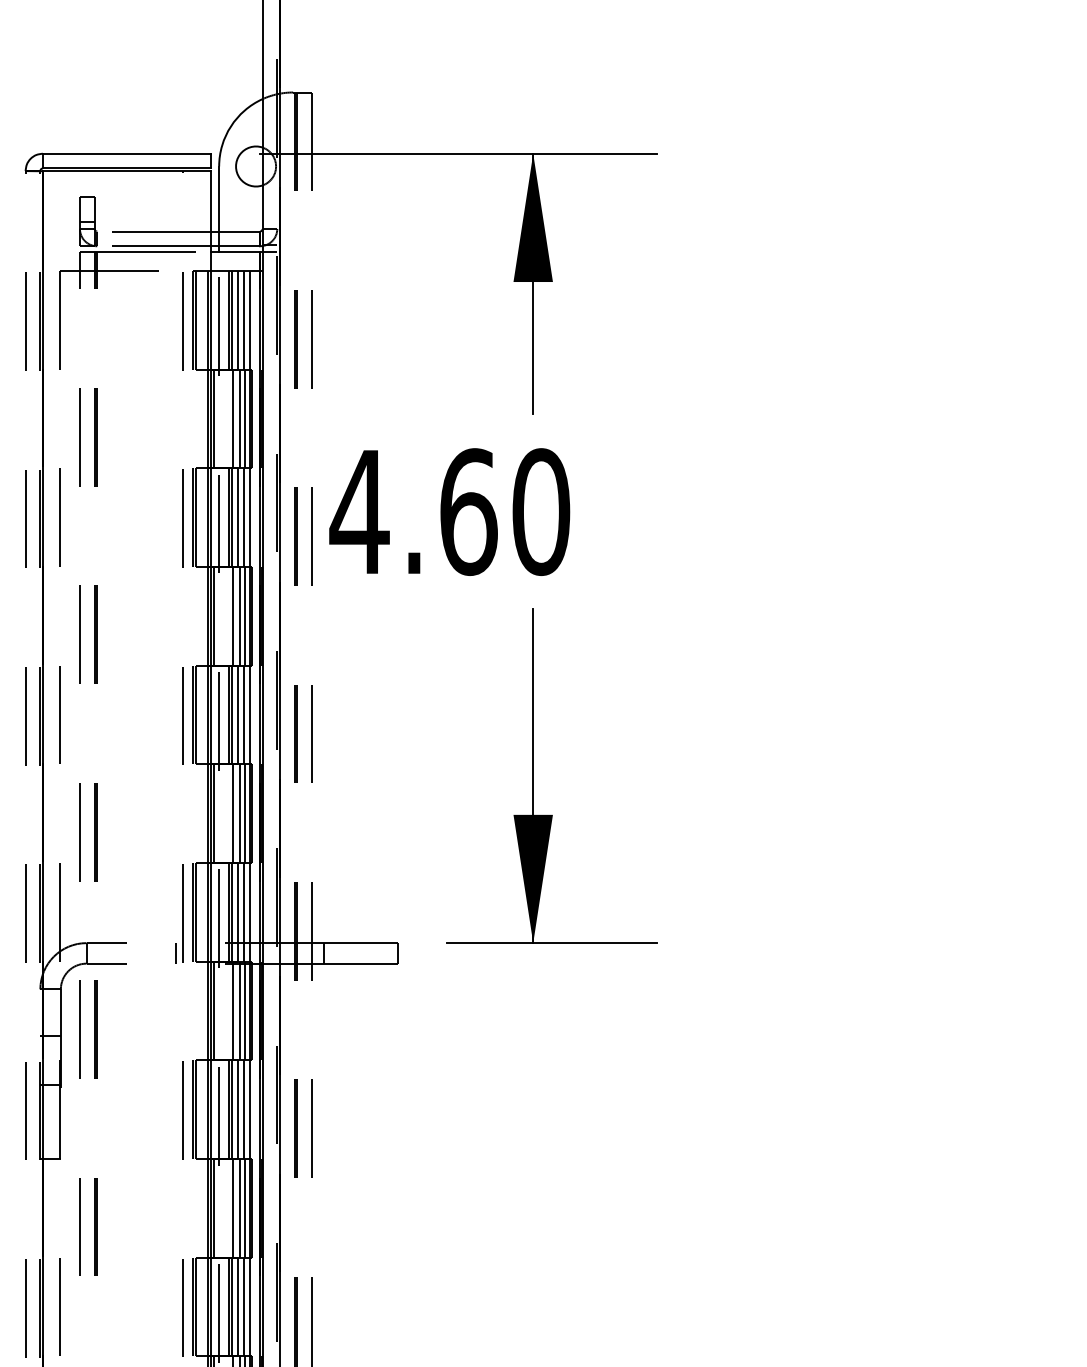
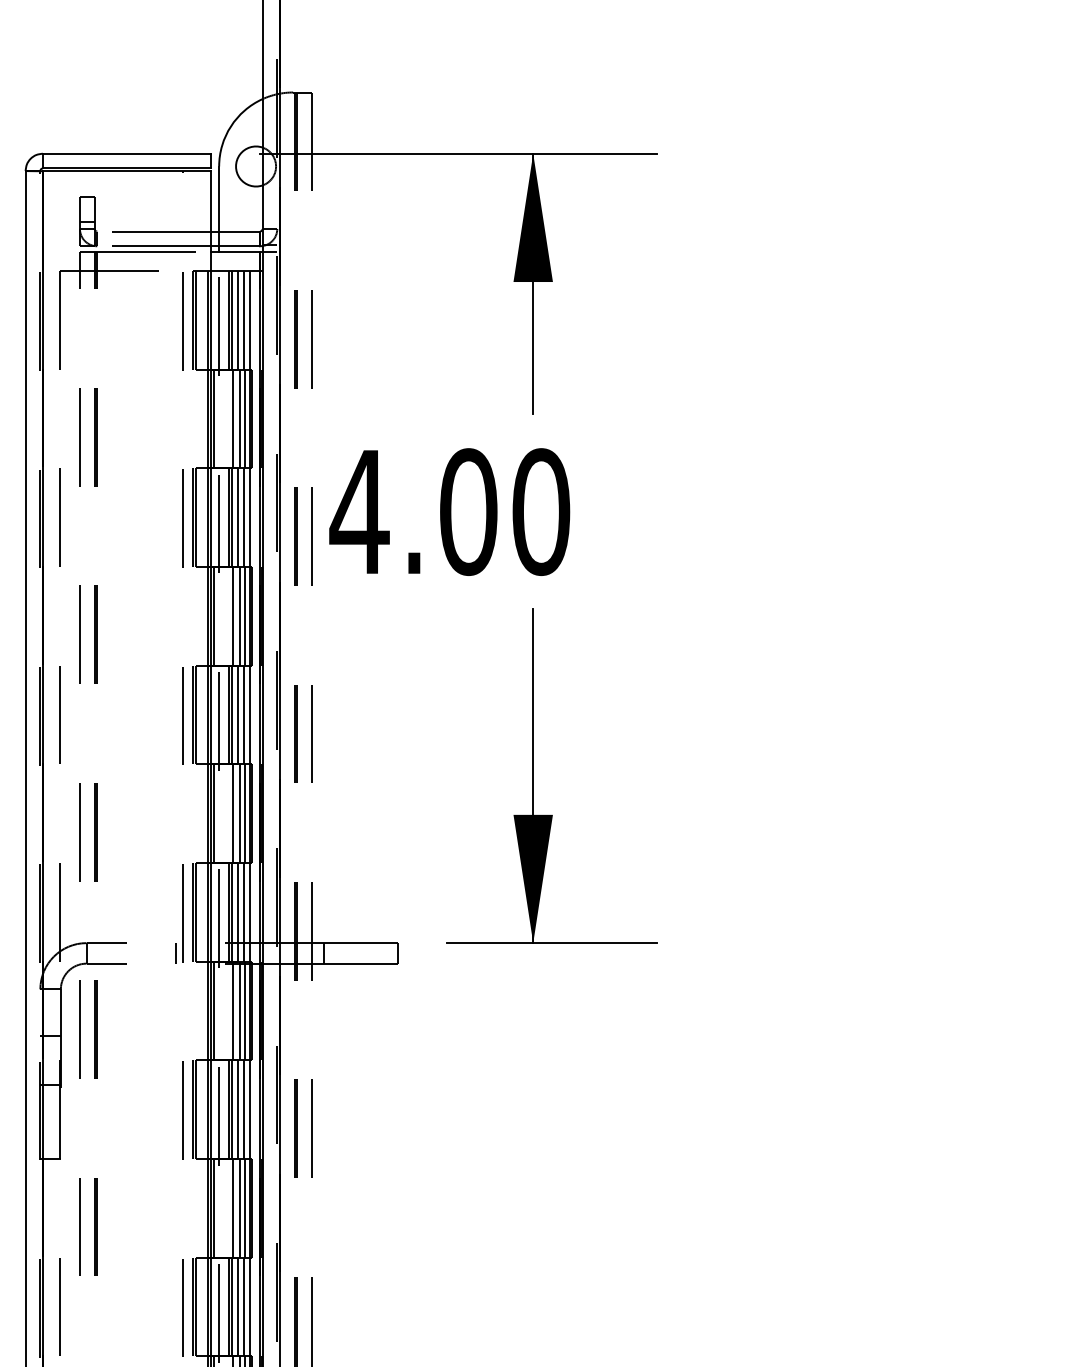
text at (468, 511): 4.60 -> 4.00
line at (25, 768): dashed -> solid
